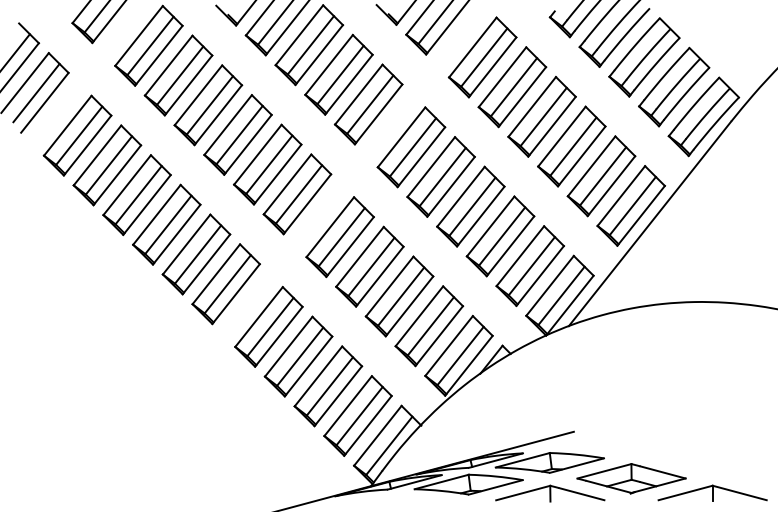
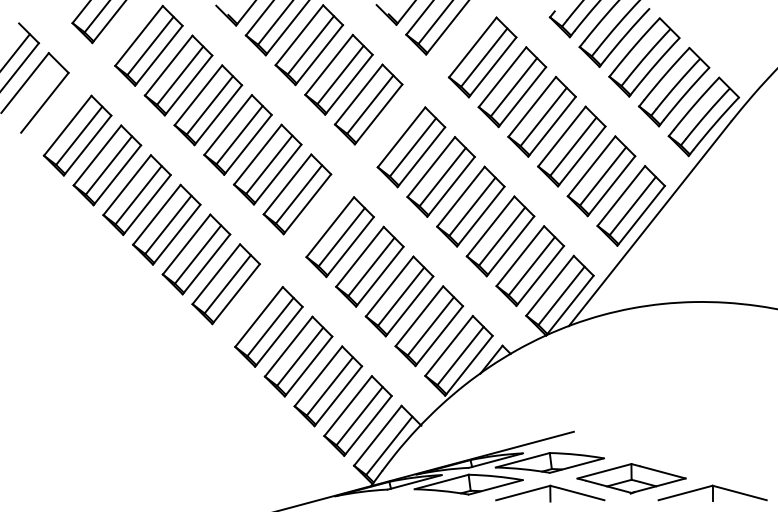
line at (36, 92): present -> none
